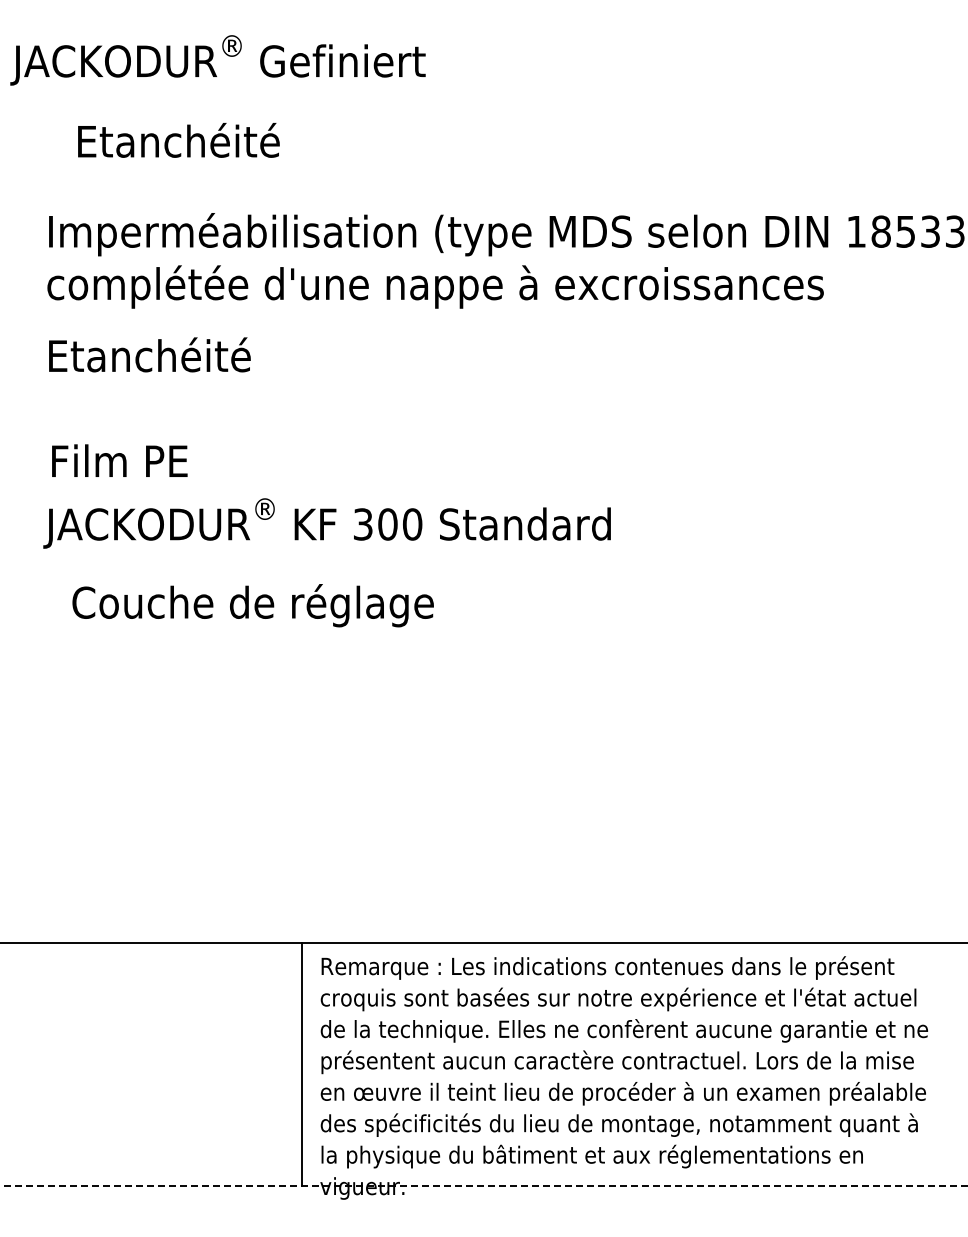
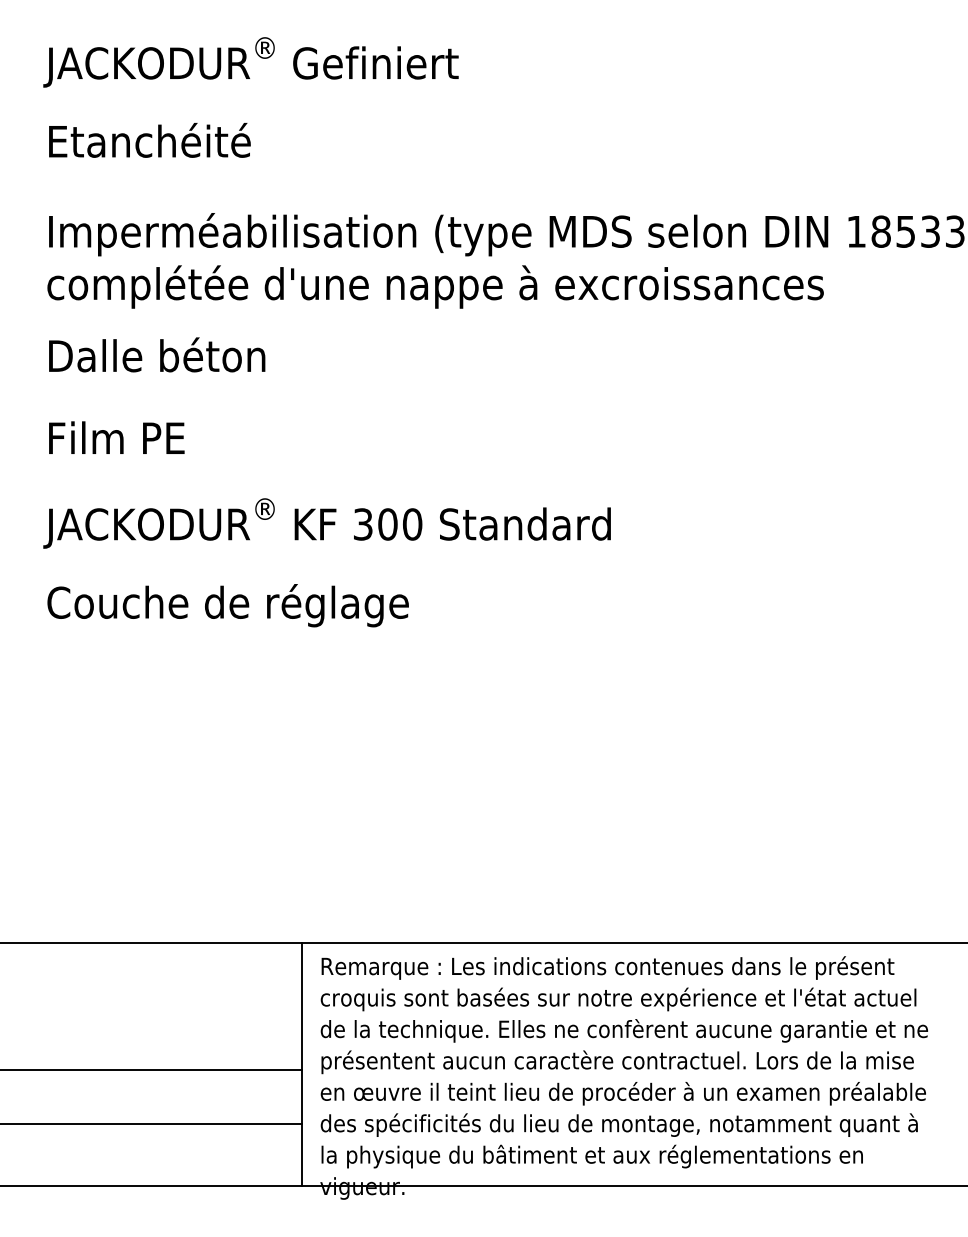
text at (217, 60) position: (217, 60) -> (250, 62)
text at (178, 140) position: (178, 140) -> (149, 140)
text at (159, 354): Etanchéité -> Dalle béton
text at (119, 460) position: (119, 460) -> (116, 437)
text at (252, 605) position: (252, 605) -> (227, 605)
line at (151, 1069): none -> present
line at (151, 1124): none -> present
line at (484, 1186): dashed -> solid
